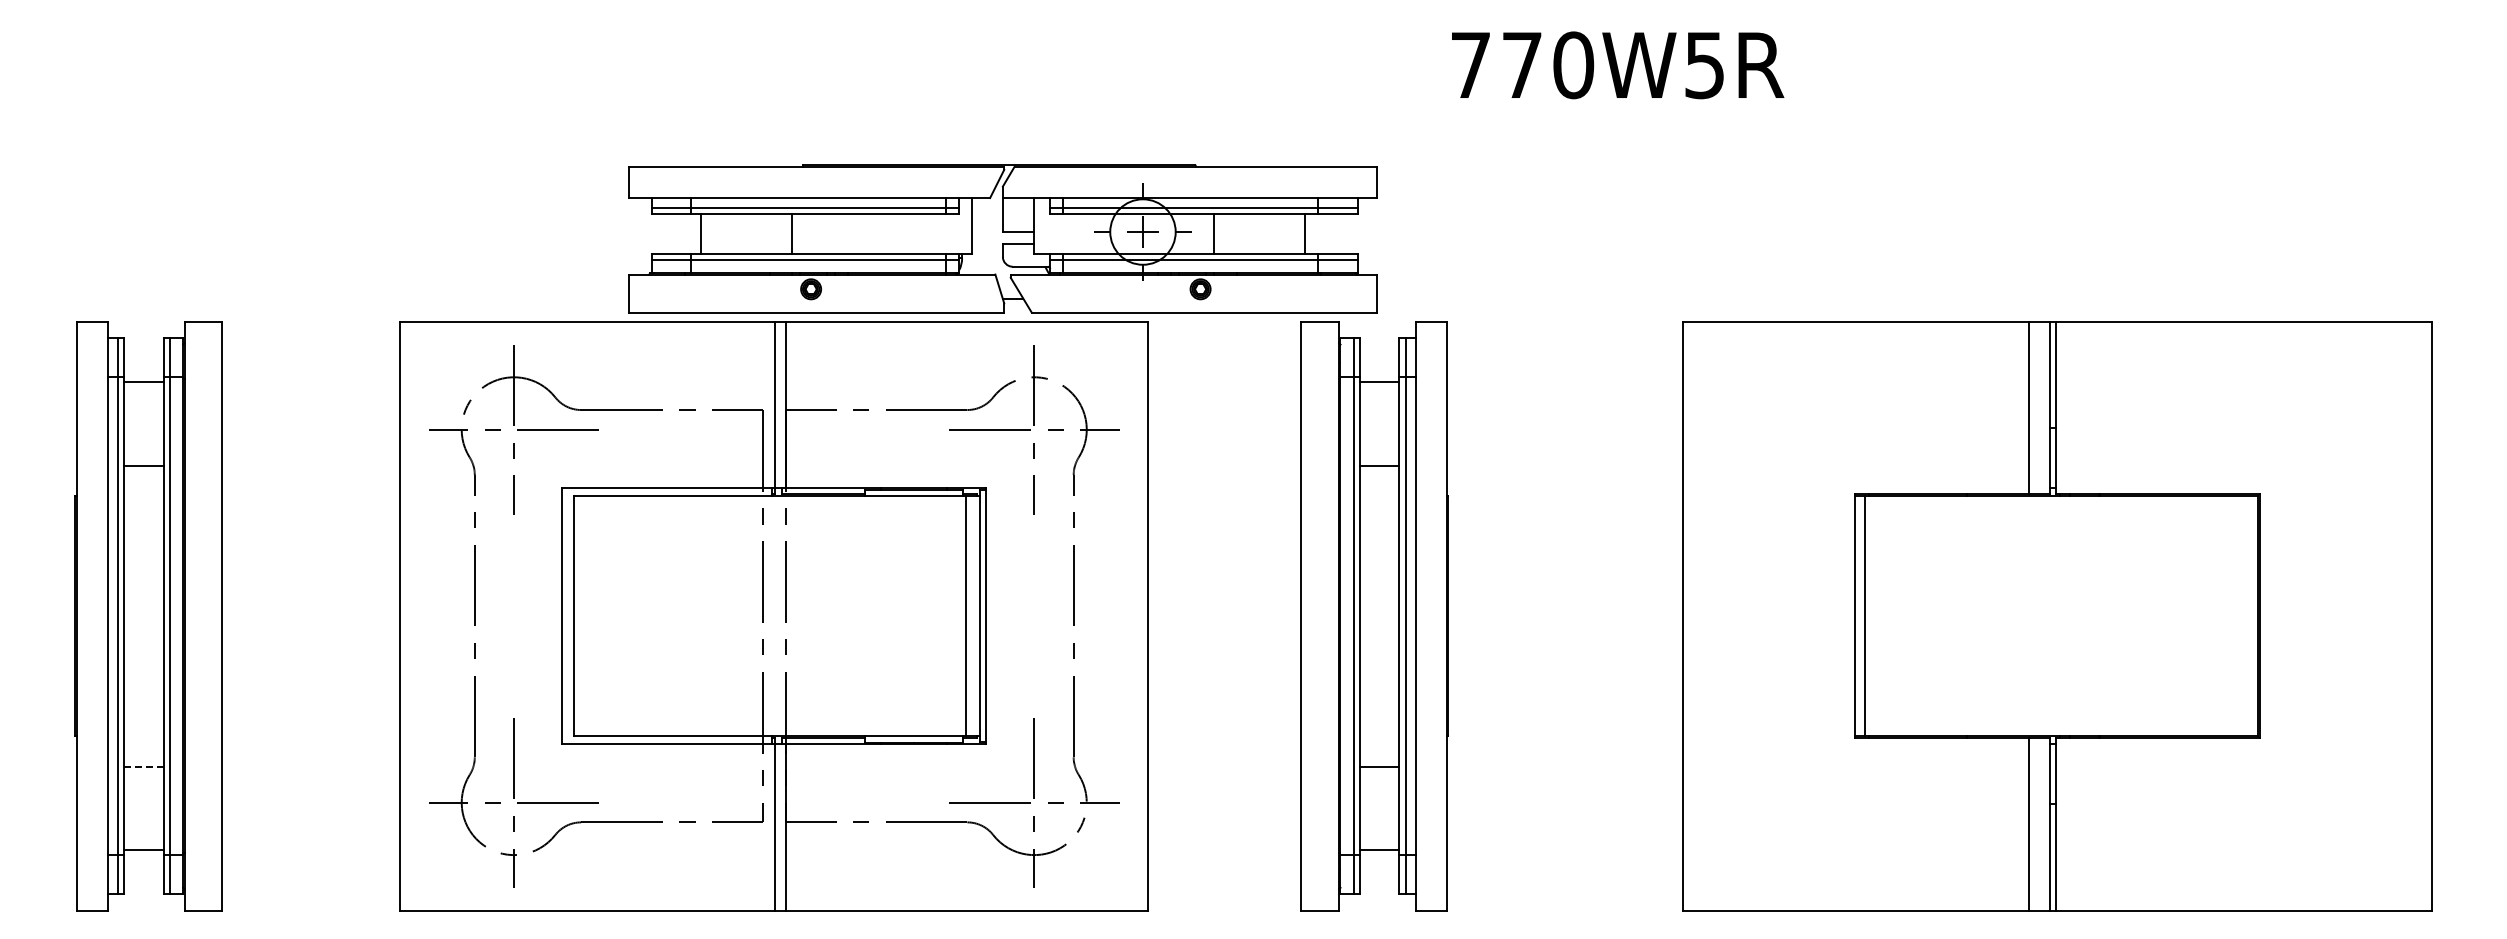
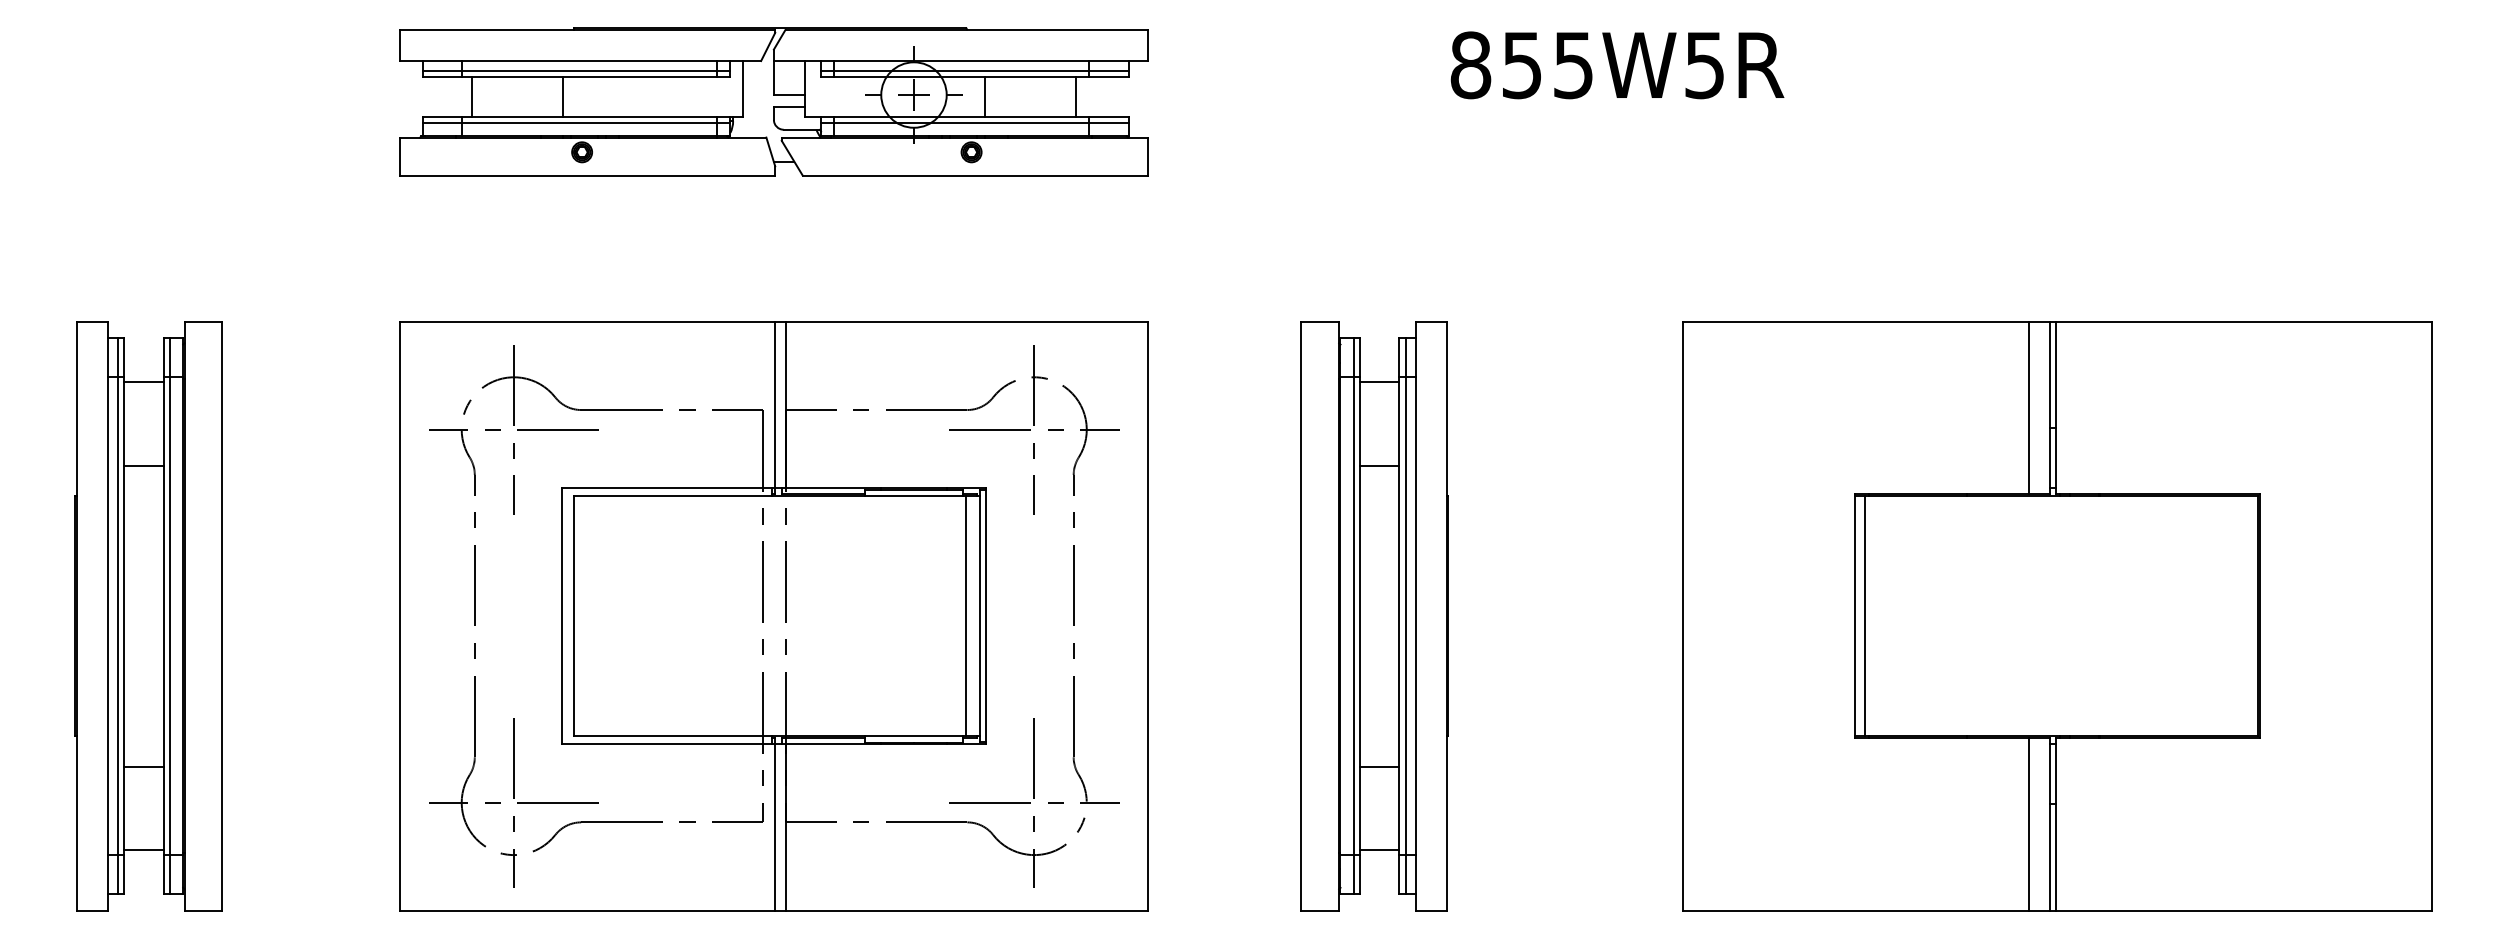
text at (1522, 65): 770W5R -> 855W5R
part at (1002, 238) position: (1002, 238) -> (773, 101)
line at (143, 766): dashed -> solid
